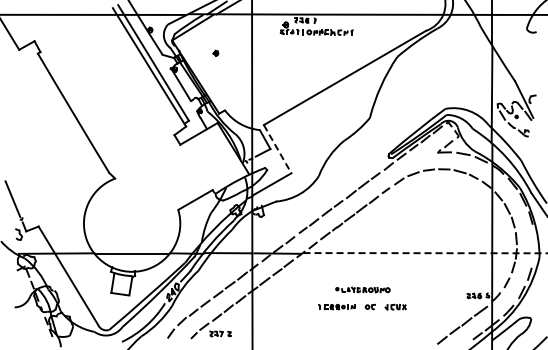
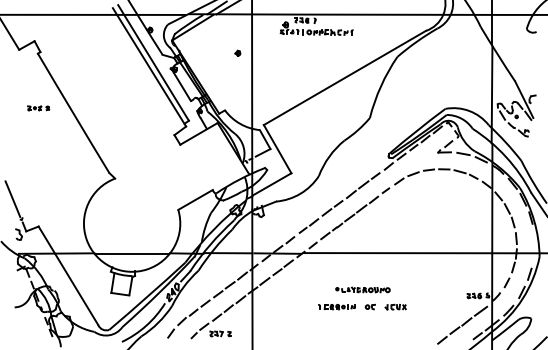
part at (215, 52) position: (215, 52) -> (237, 52)
part at (38, 108): none -> present
line at (277, 149): dashed -> solid
line at (425, 253): dashed -> solid
